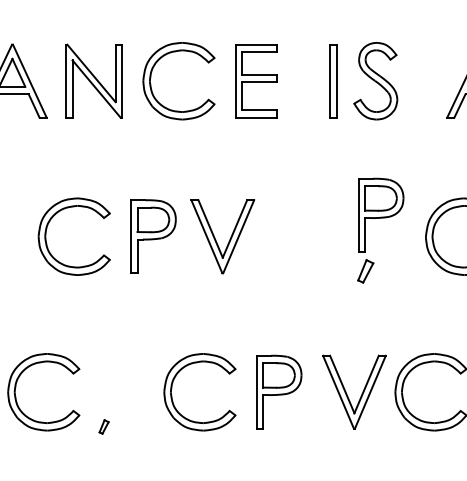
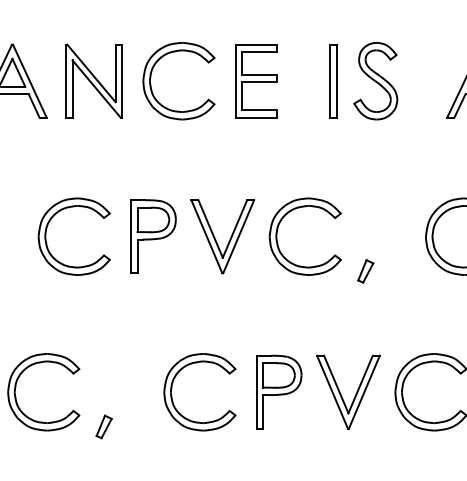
part at (381, 214): present -> none
part at (278, 229): none -> present
part at (347, 393) position: (347, 393) -> (341, 393)
part at (103, 426) size: 12x16 px -> 18x26 px
